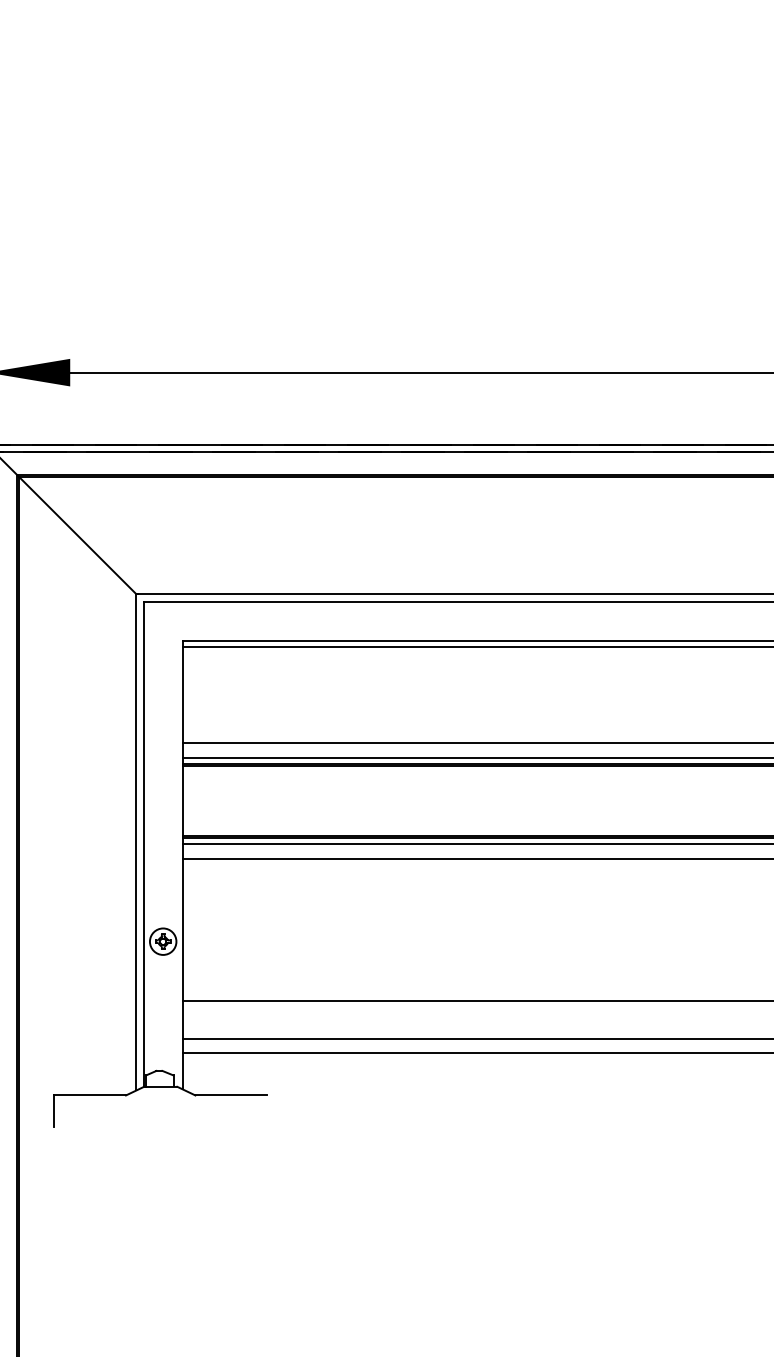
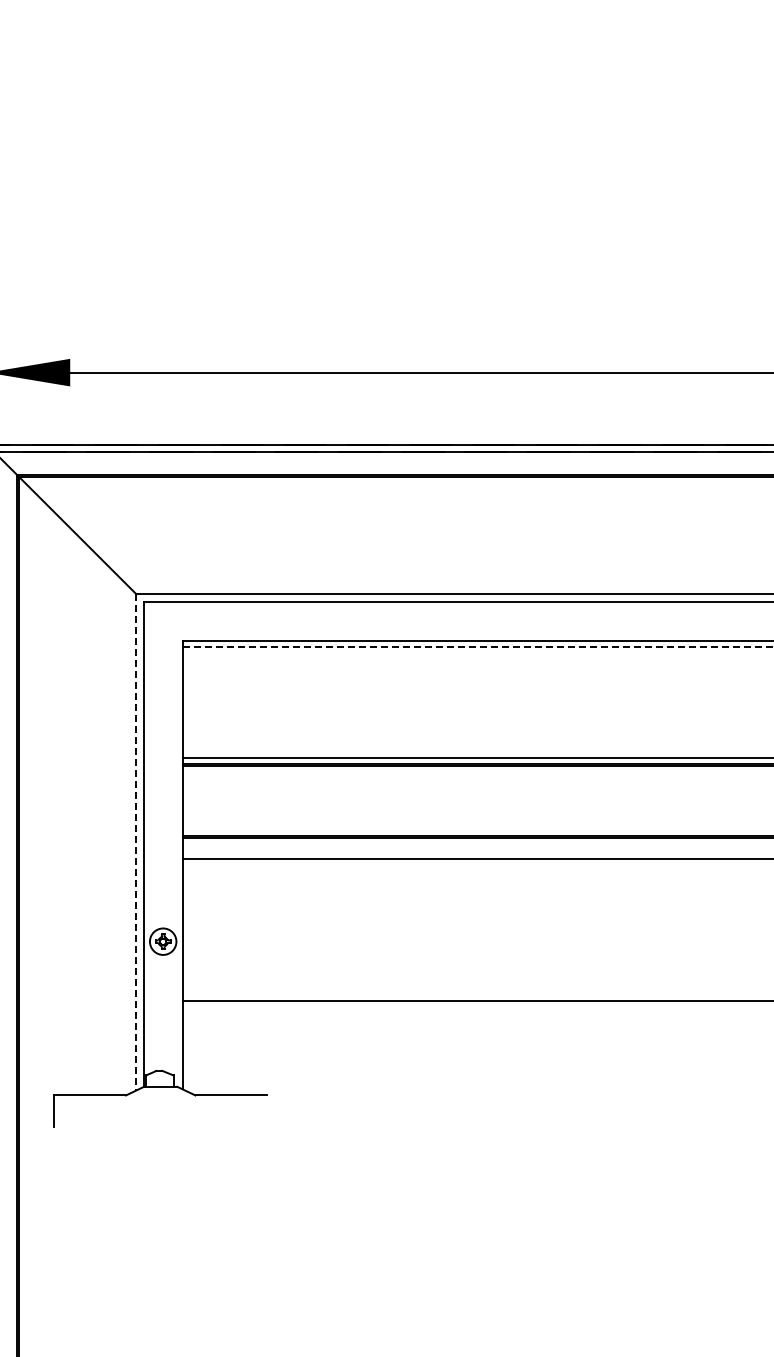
line at (478, 646): solid -> dashed
line at (476, 743): present -> none
line at (136, 841): solid -> dashed
line at (476, 844): present -> none
line at (476, 1038): present -> none
line at (476, 1052): present -> none
